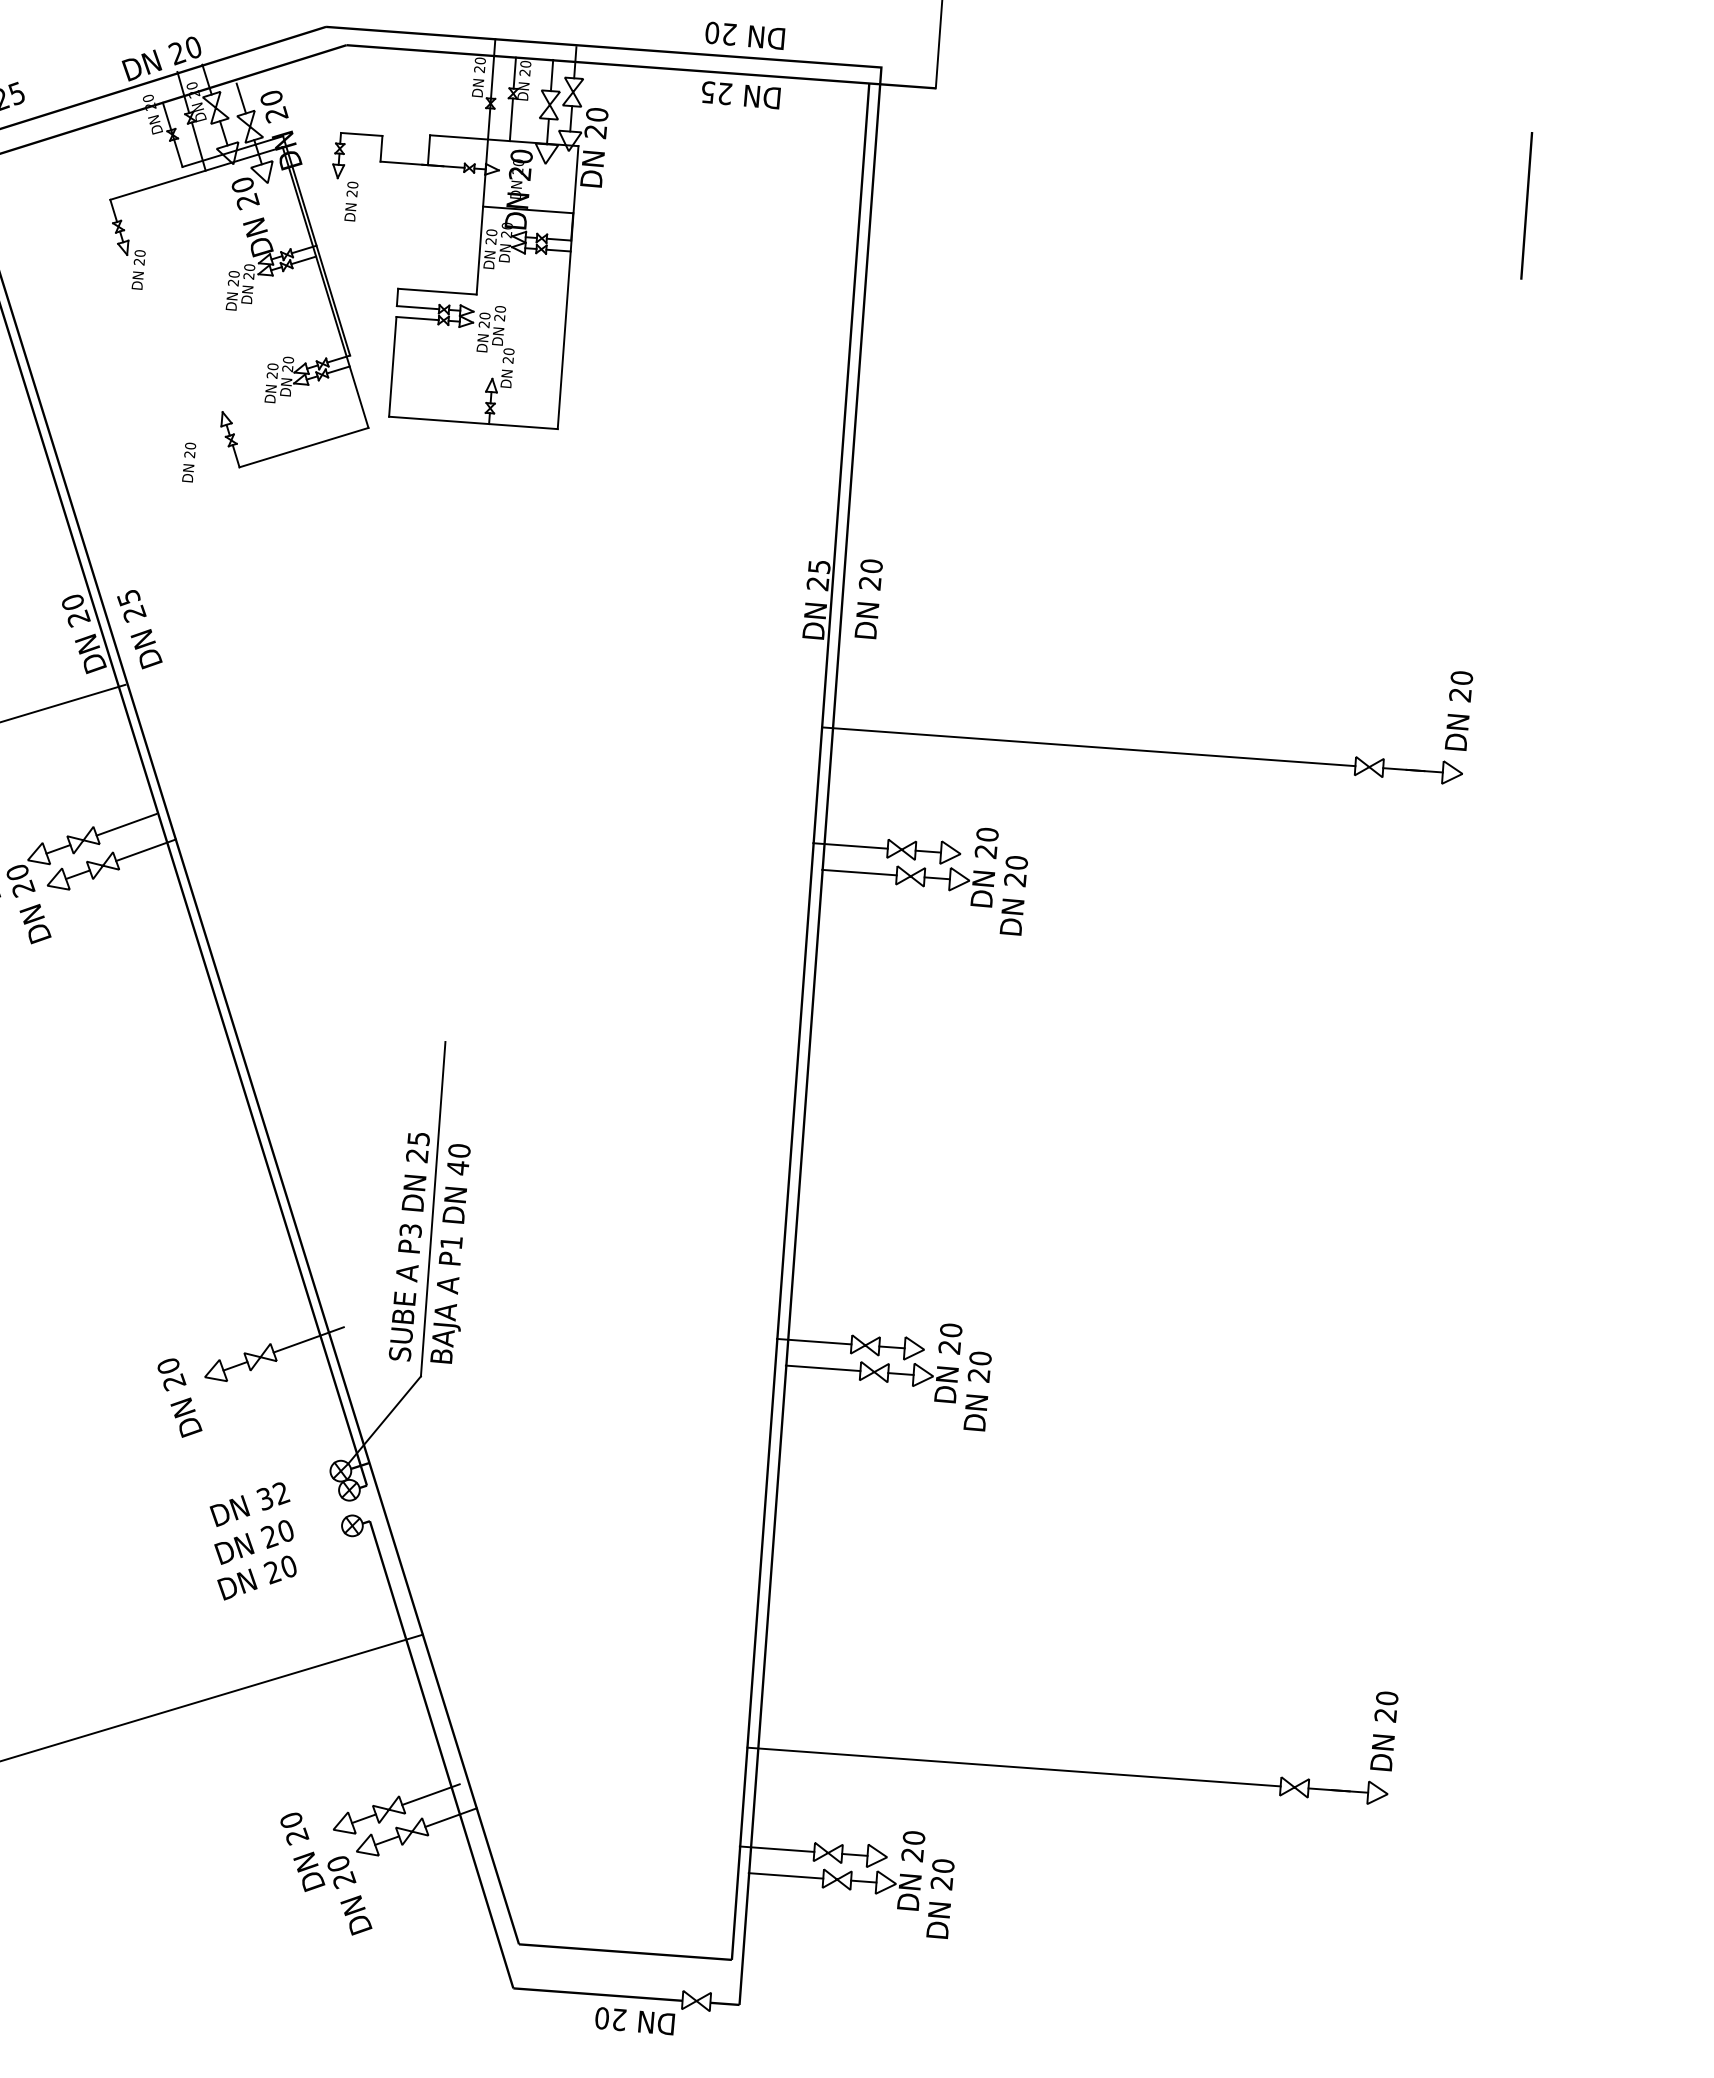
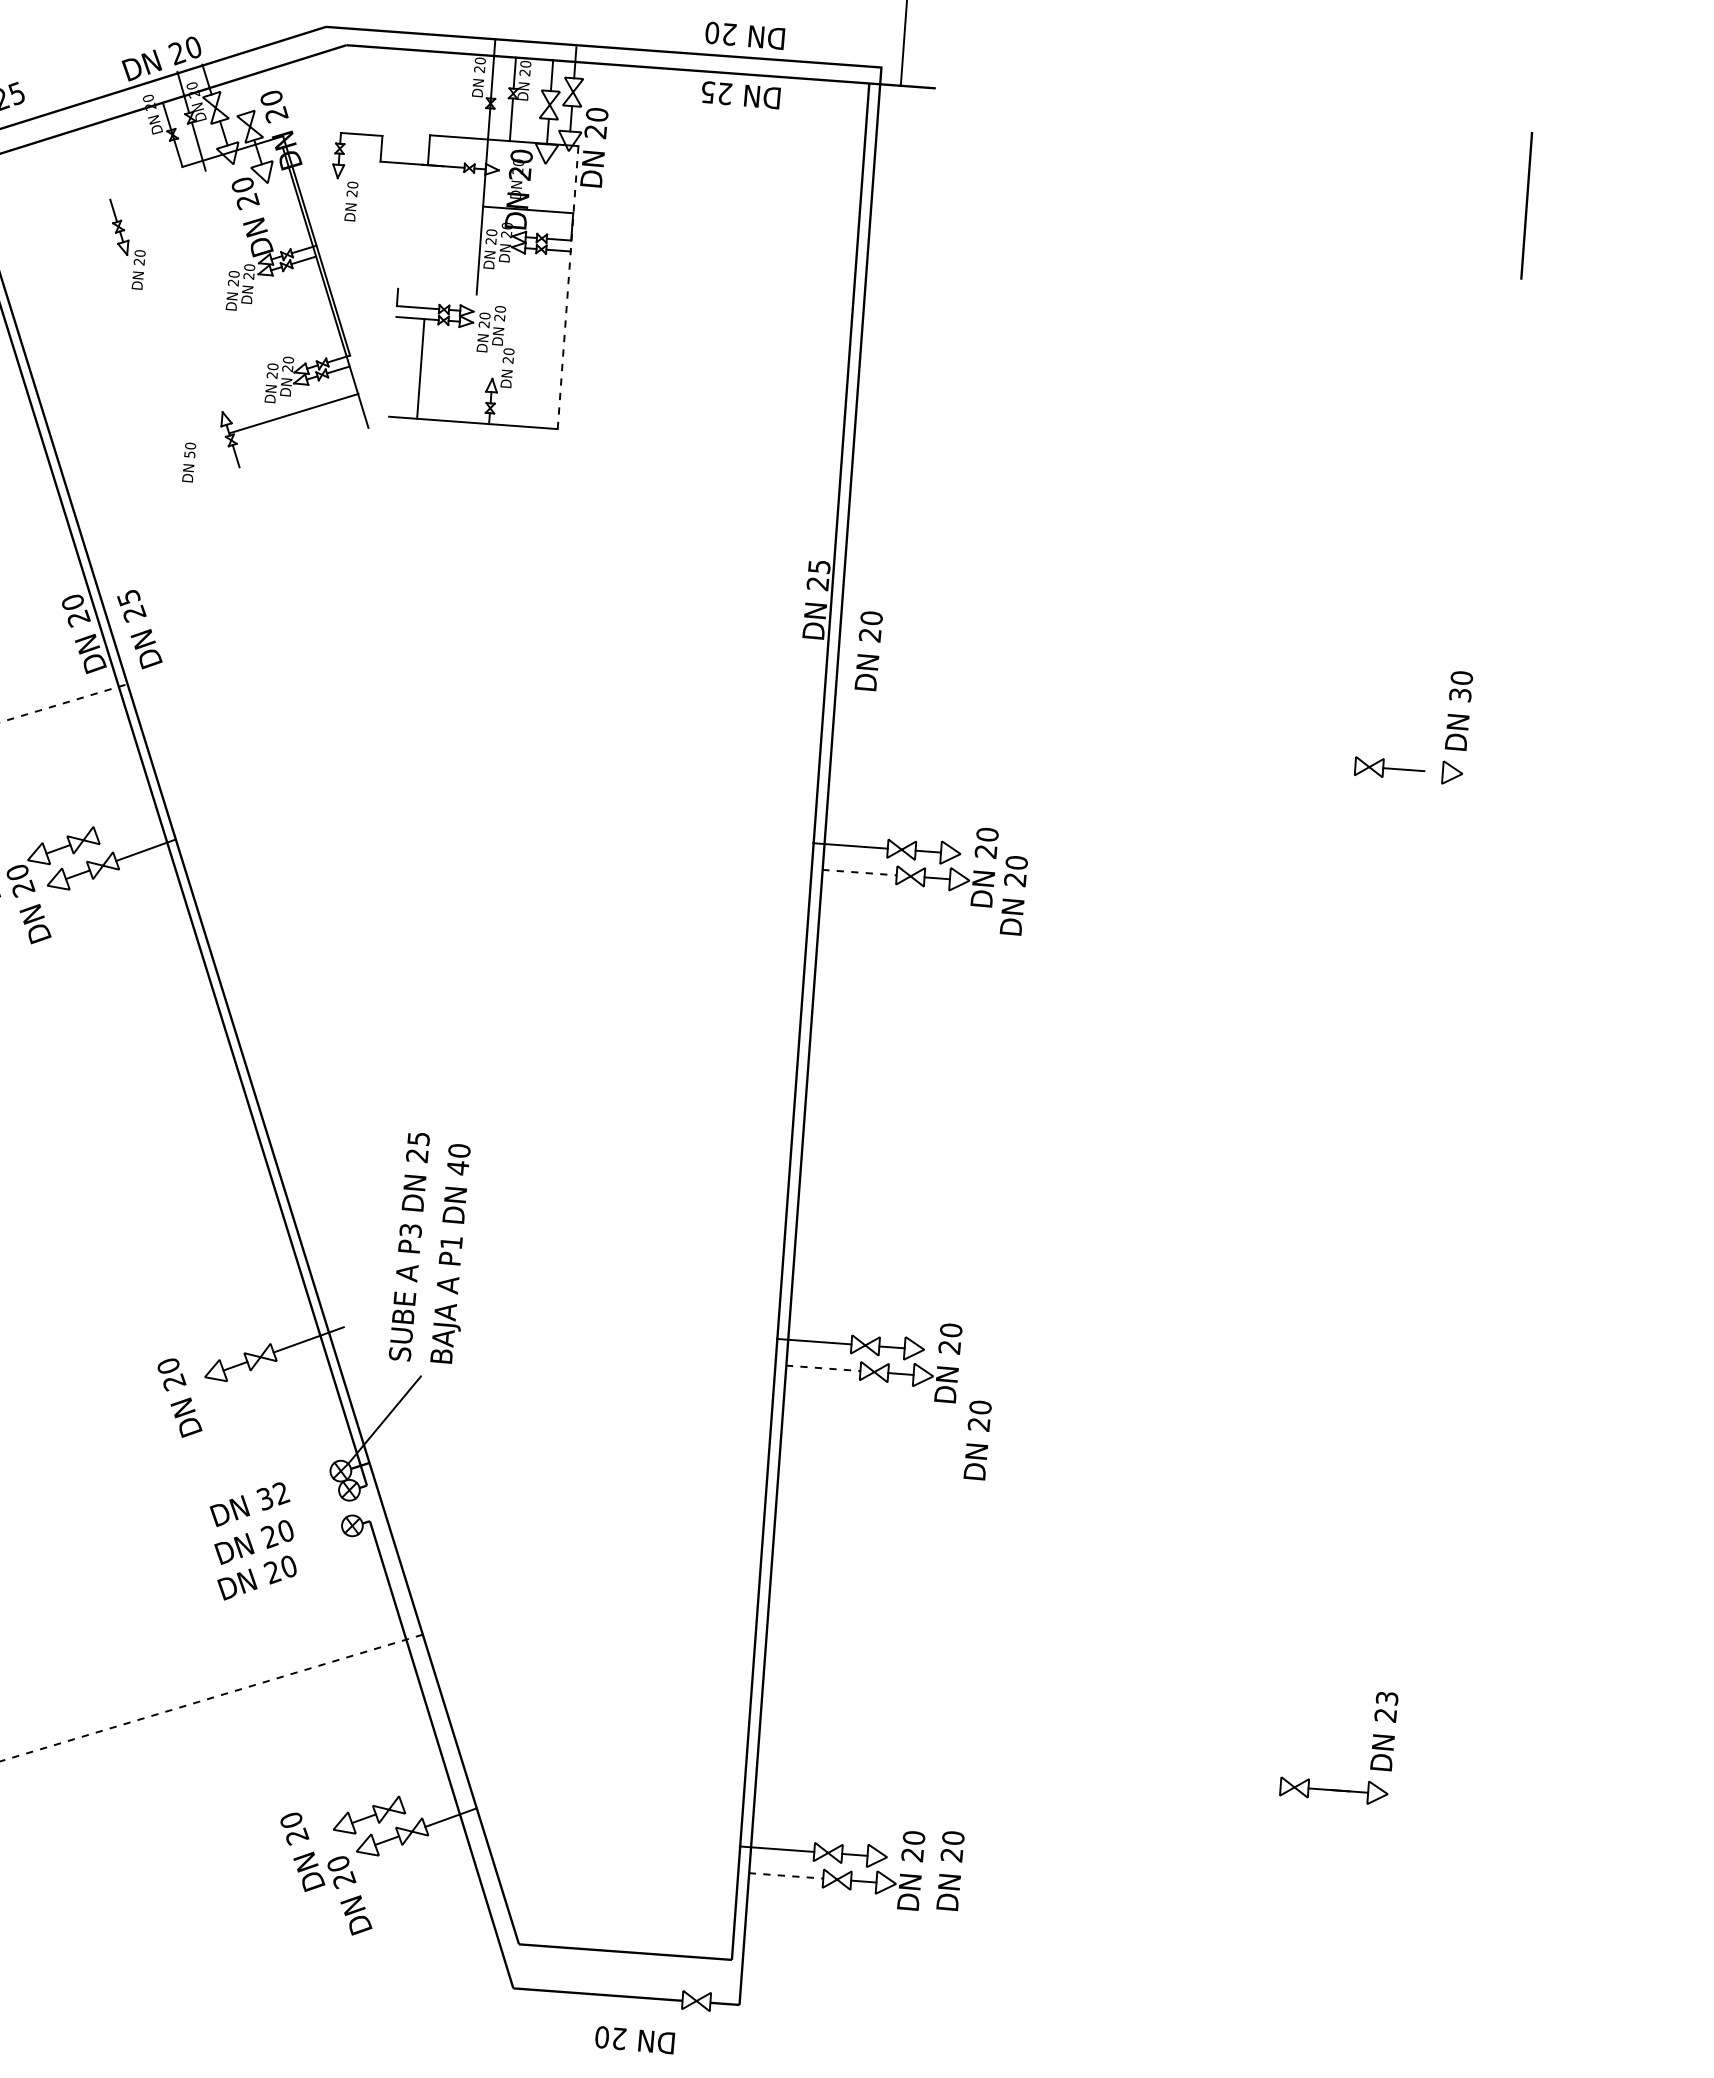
line at (938, 45) position: (938, 45) -> (903, 43)
line at (241, 98): present -> none
line at (196, 173): present -> none
line at (568, 287): solid -> dashed
line at (437, 291): present -> none
line at (392, 366) position: (392, 366) -> (420, 368)
line at (303, 447) position: (303, 447) -> (293, 413)
text at (189, 454): 20 -> 50
text at (868, 599) position: (868, 599) -> (868, 651)
text at (1460, 695): 20 -> 30
line at (62, 703): solid -> dashed
line at (1088, 746): present -> none
line at (1424, 770): present -> none
line at (126, 824): present -> none
line at (859, 872): solid -> dashed
line at (432, 1209): present -> none
line at (823, 1368): solid -> dashed
text at (977, 1391) position: (977, 1391) -> (977, 1440)
line at (211, 1698): solid -> dashed
text at (1386, 1698): 20 -> 23
line at (1013, 1766): present -> none
line at (430, 1794): present -> none
line at (786, 1875): solid -> dashed
text at (940, 1899) position: (940, 1899) -> (950, 1871)
text at (635, 2021) position: (635, 2021) -> (635, 2040)
